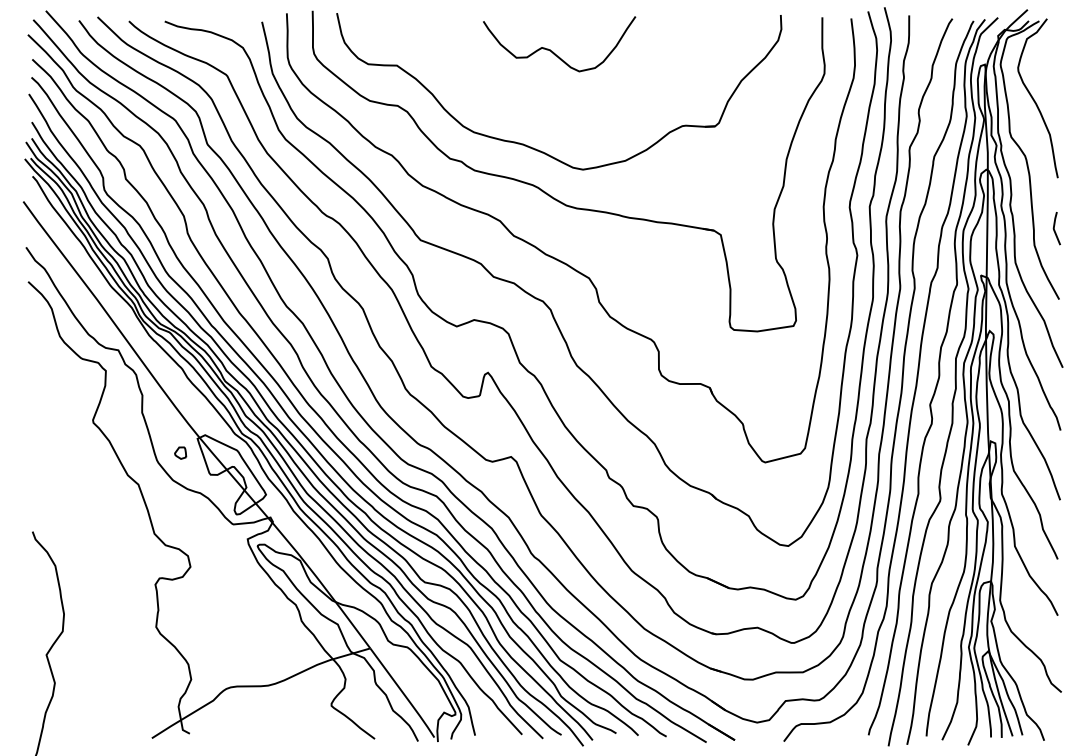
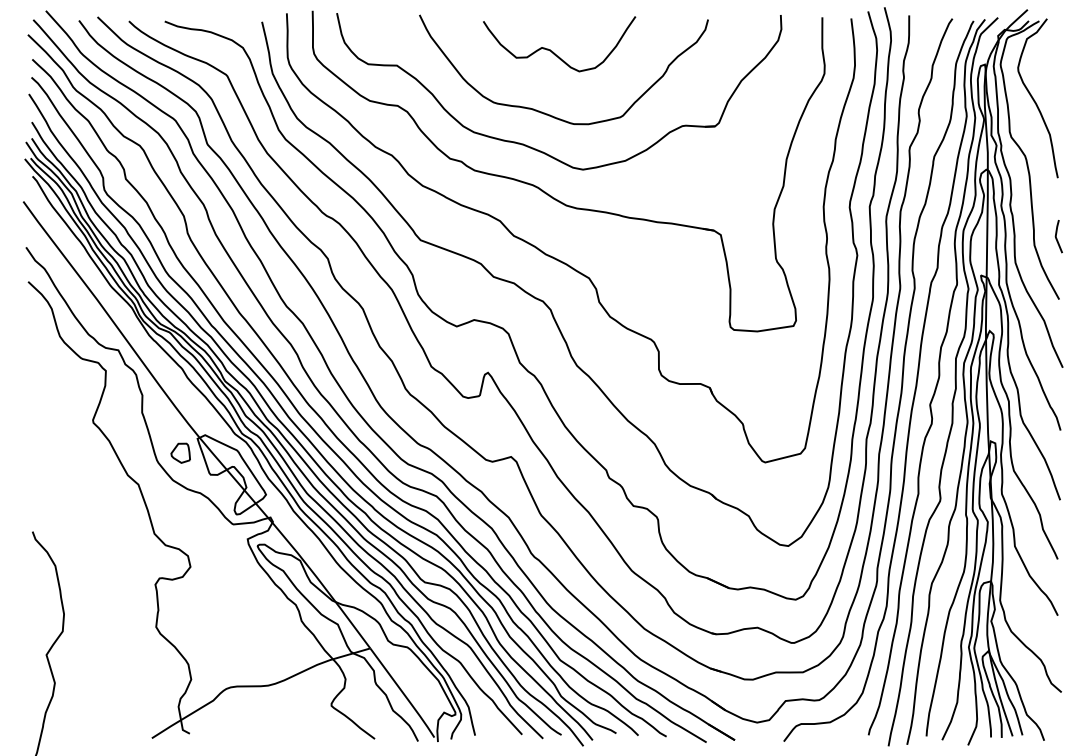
curve at (547, 113): none -> present
line at (1054, 228) position: (1054, 228) -> (1056, 236)
part at (180, 452) size: 14x14 px -> 21x22 px
